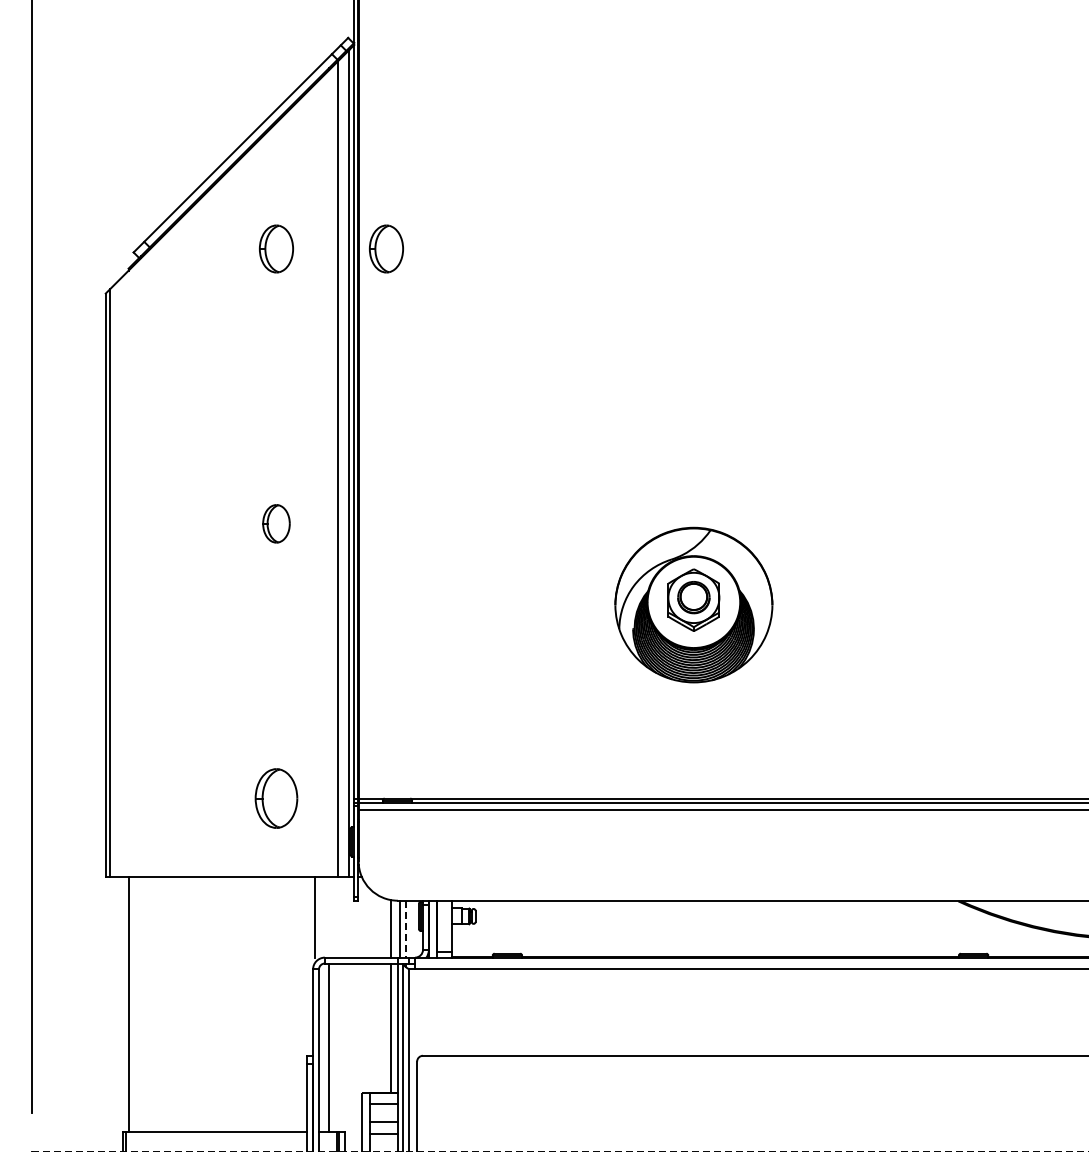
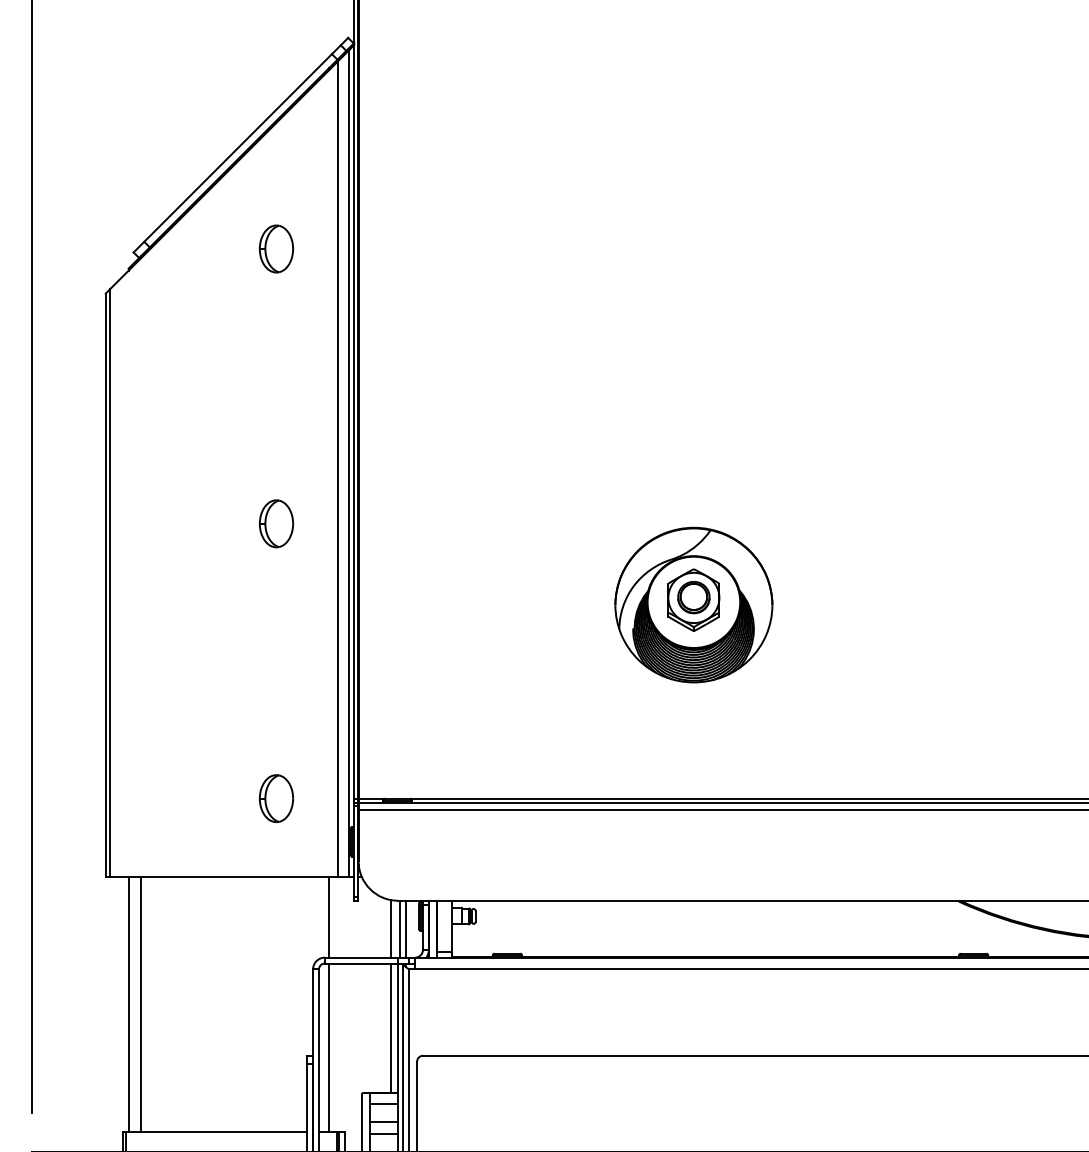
part at (386, 248): present -> none
part at (276, 523) size: 29x40 px -> 35x50 px
part at (276, 798) size: 45x61 px -> 35x50 px
line at (315, 917) position: (315, 917) -> (329, 917)
line at (405, 929): dashed -> solid
line at (141, 1004): none -> present
line at (560, 1151): dashed -> solid
